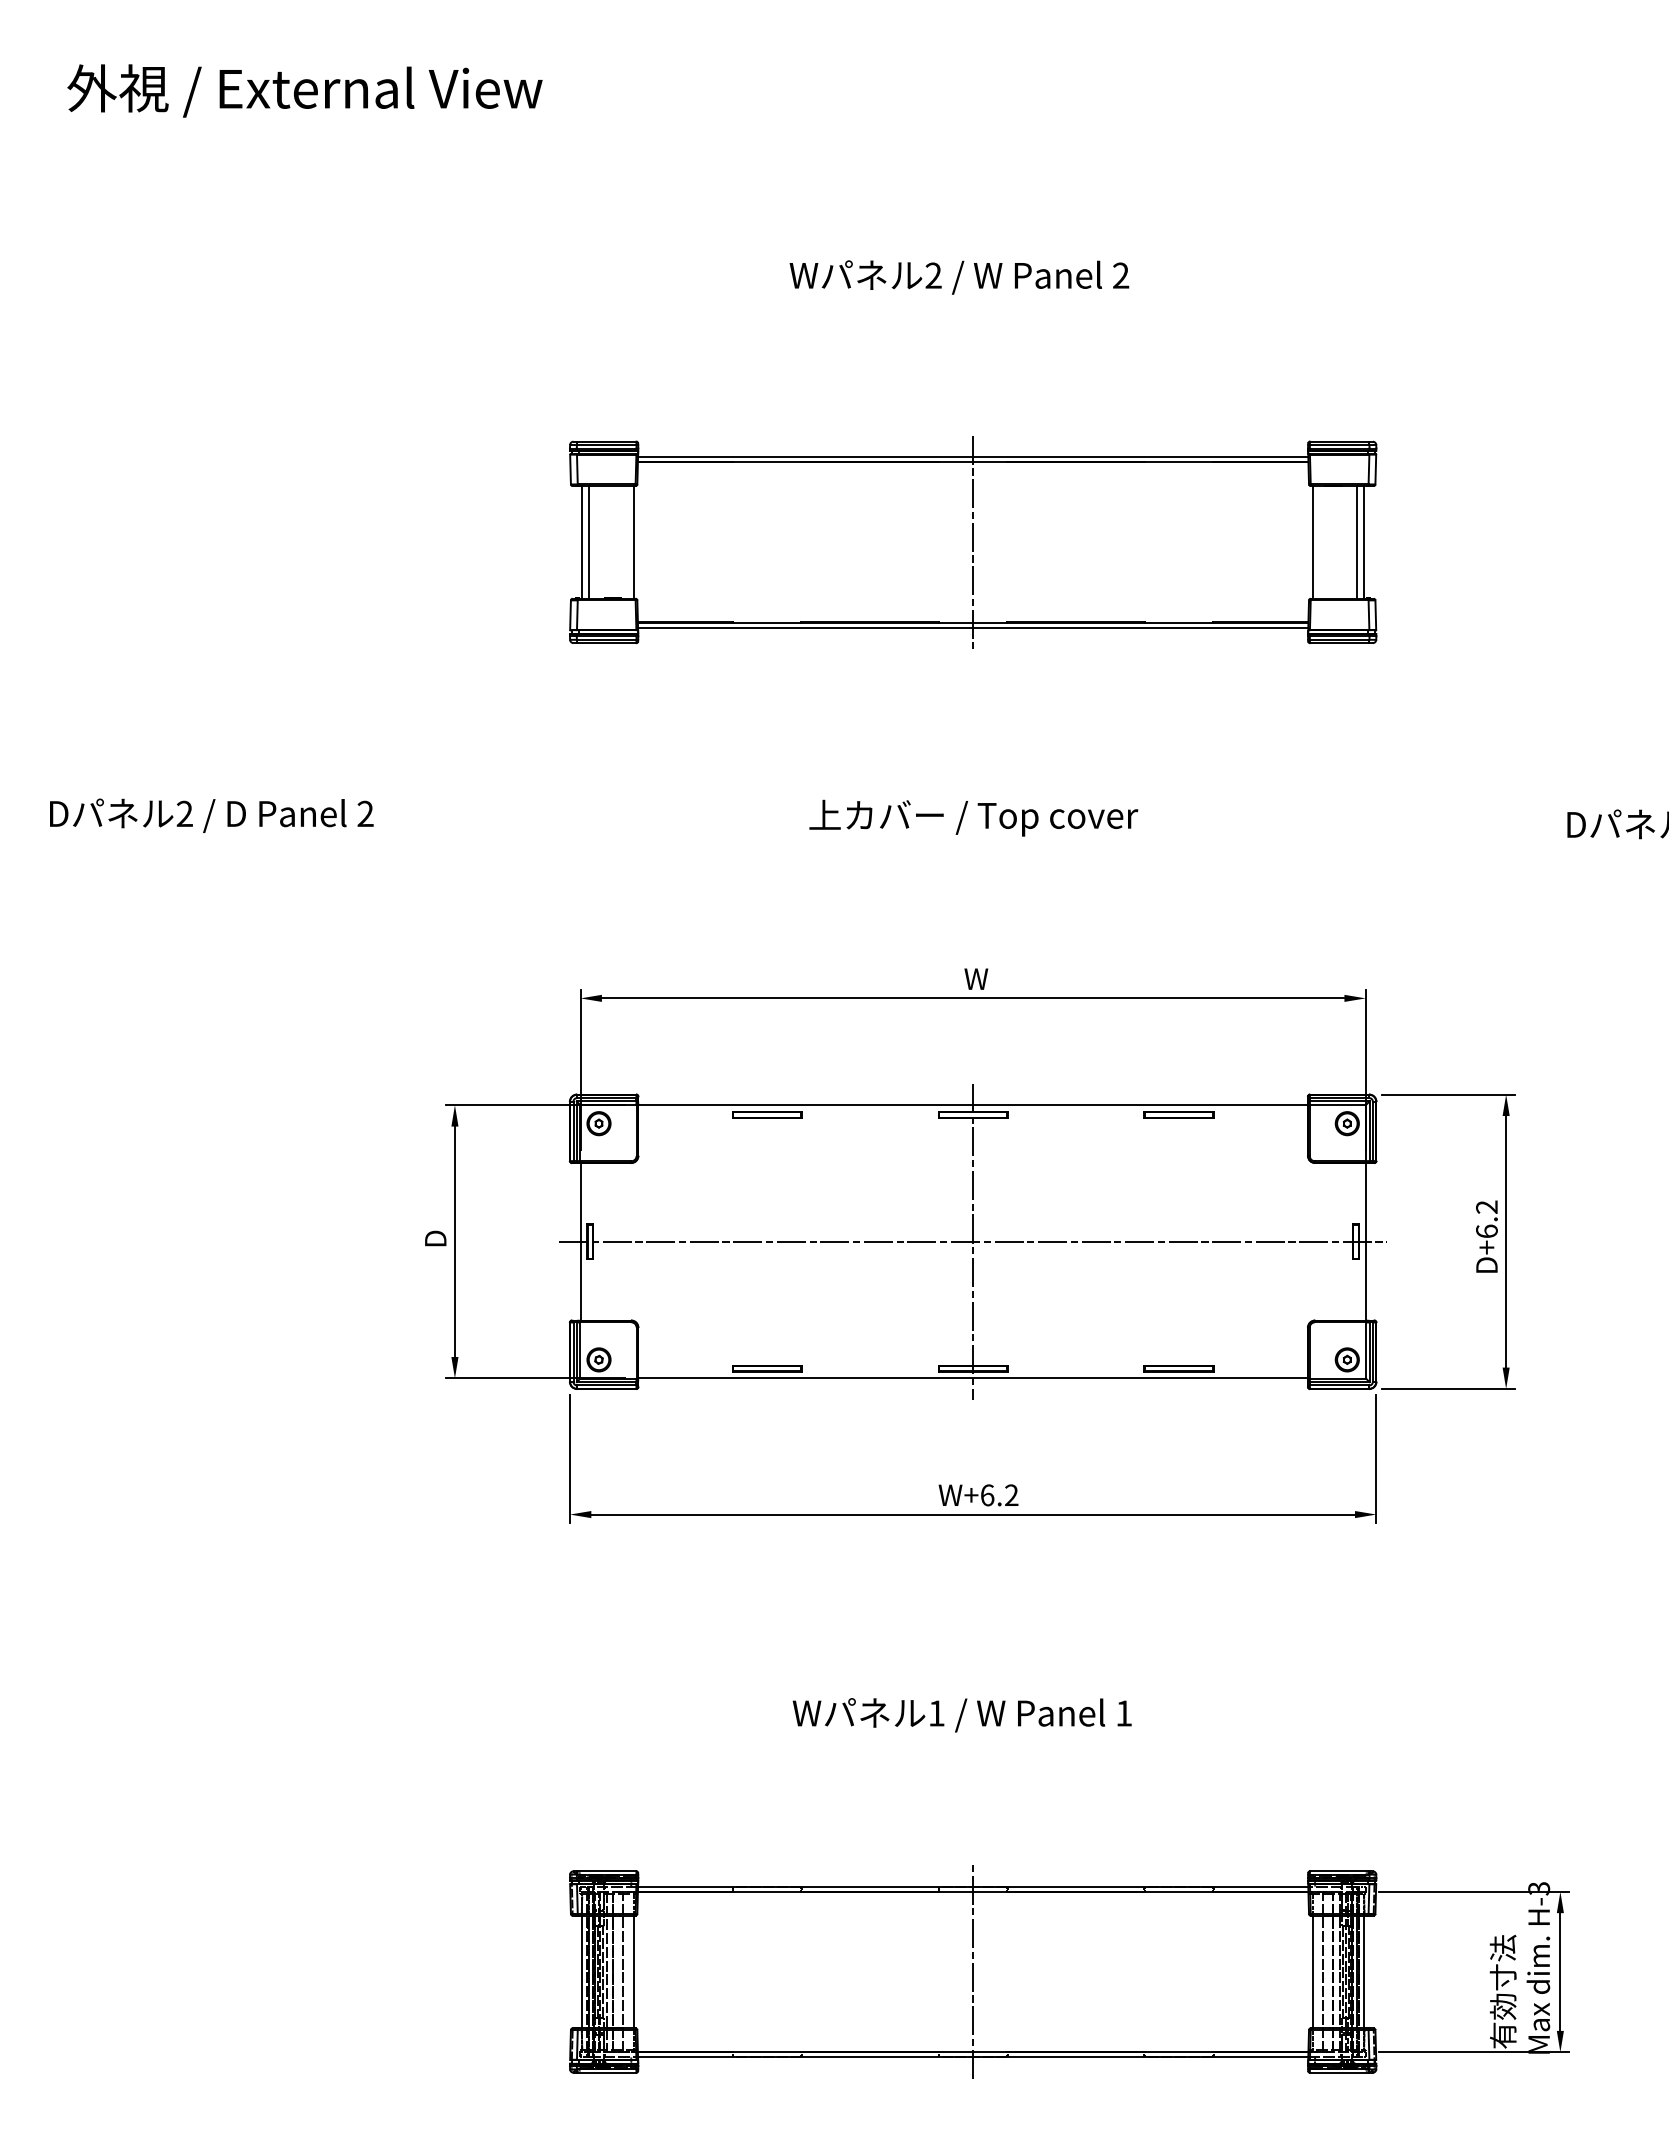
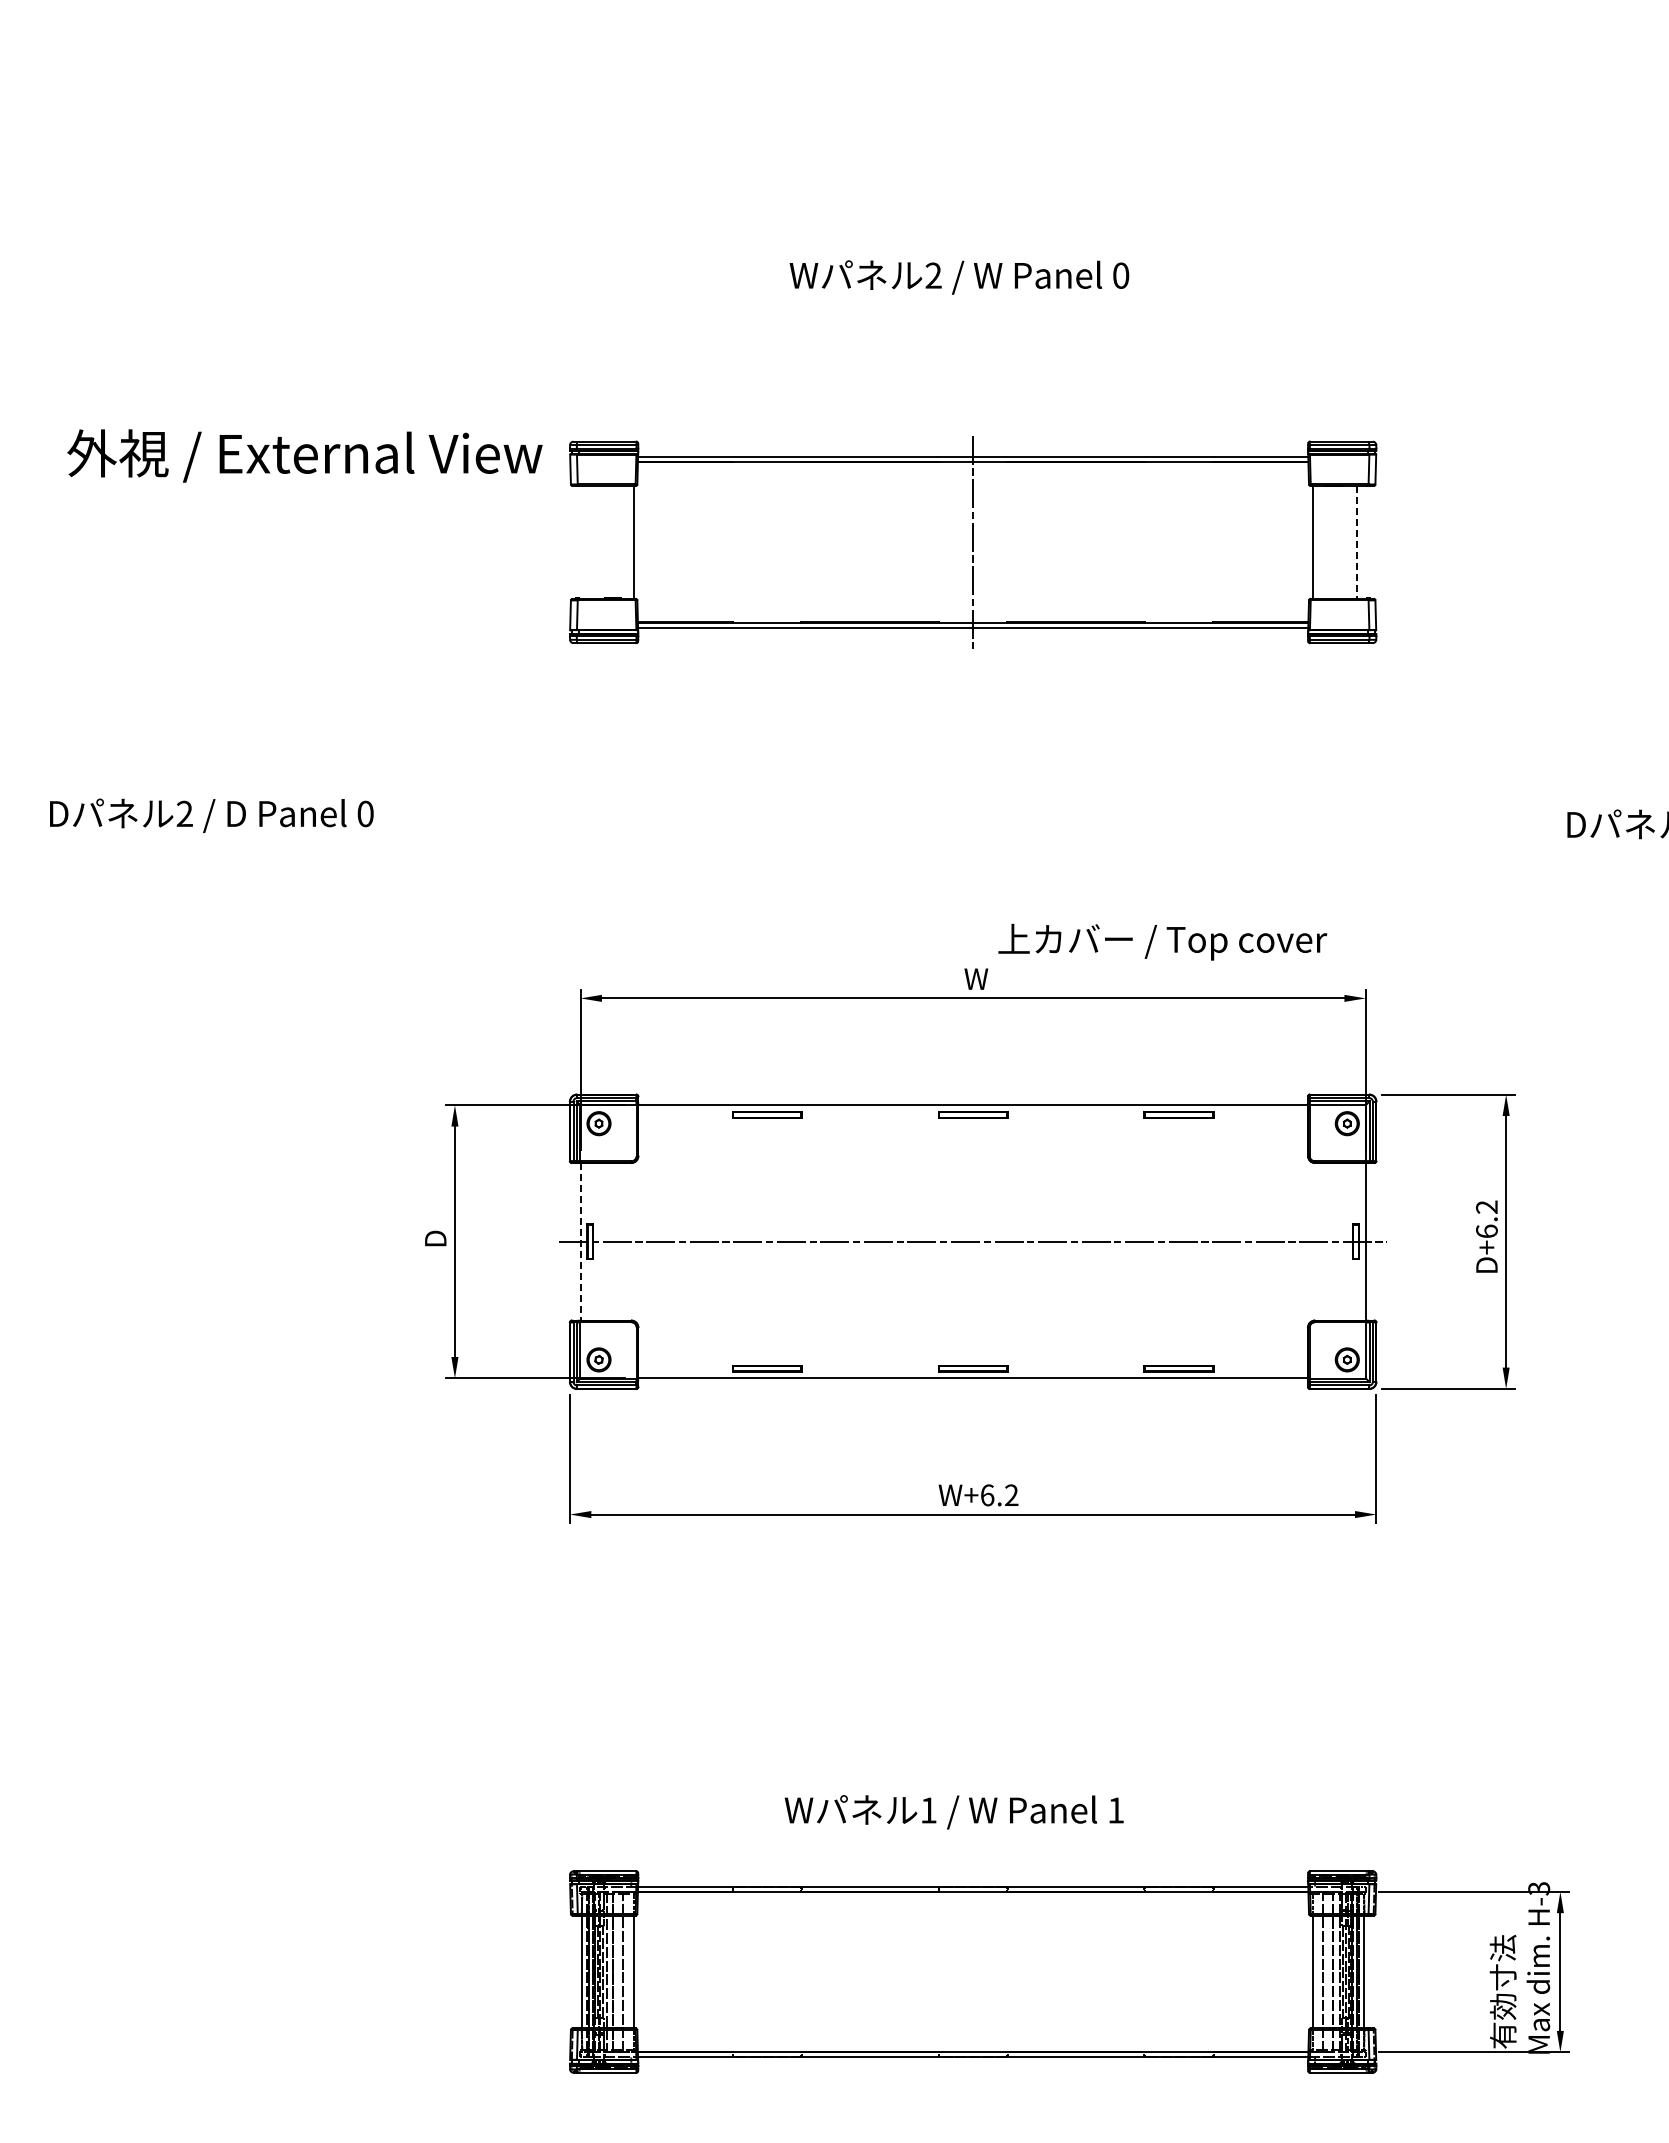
text at (304, 90) position: (304, 90) -> (304, 455)
text at (1121, 275): 2 -> 0
line at (582, 542): present -> none
line at (589, 542): present -> none
line at (1357, 542): solid -> dashed
line at (1364, 542): present -> none
text at (365, 813): 2 -> 0
text at (973, 817) position: (973, 817) -> (1162, 941)
line at (580, 1241): solid -> dashed
line at (973, 1241): present -> none
text at (961, 1715) position: (961, 1715) -> (953, 1812)
line at (973, 1971): present -> none
